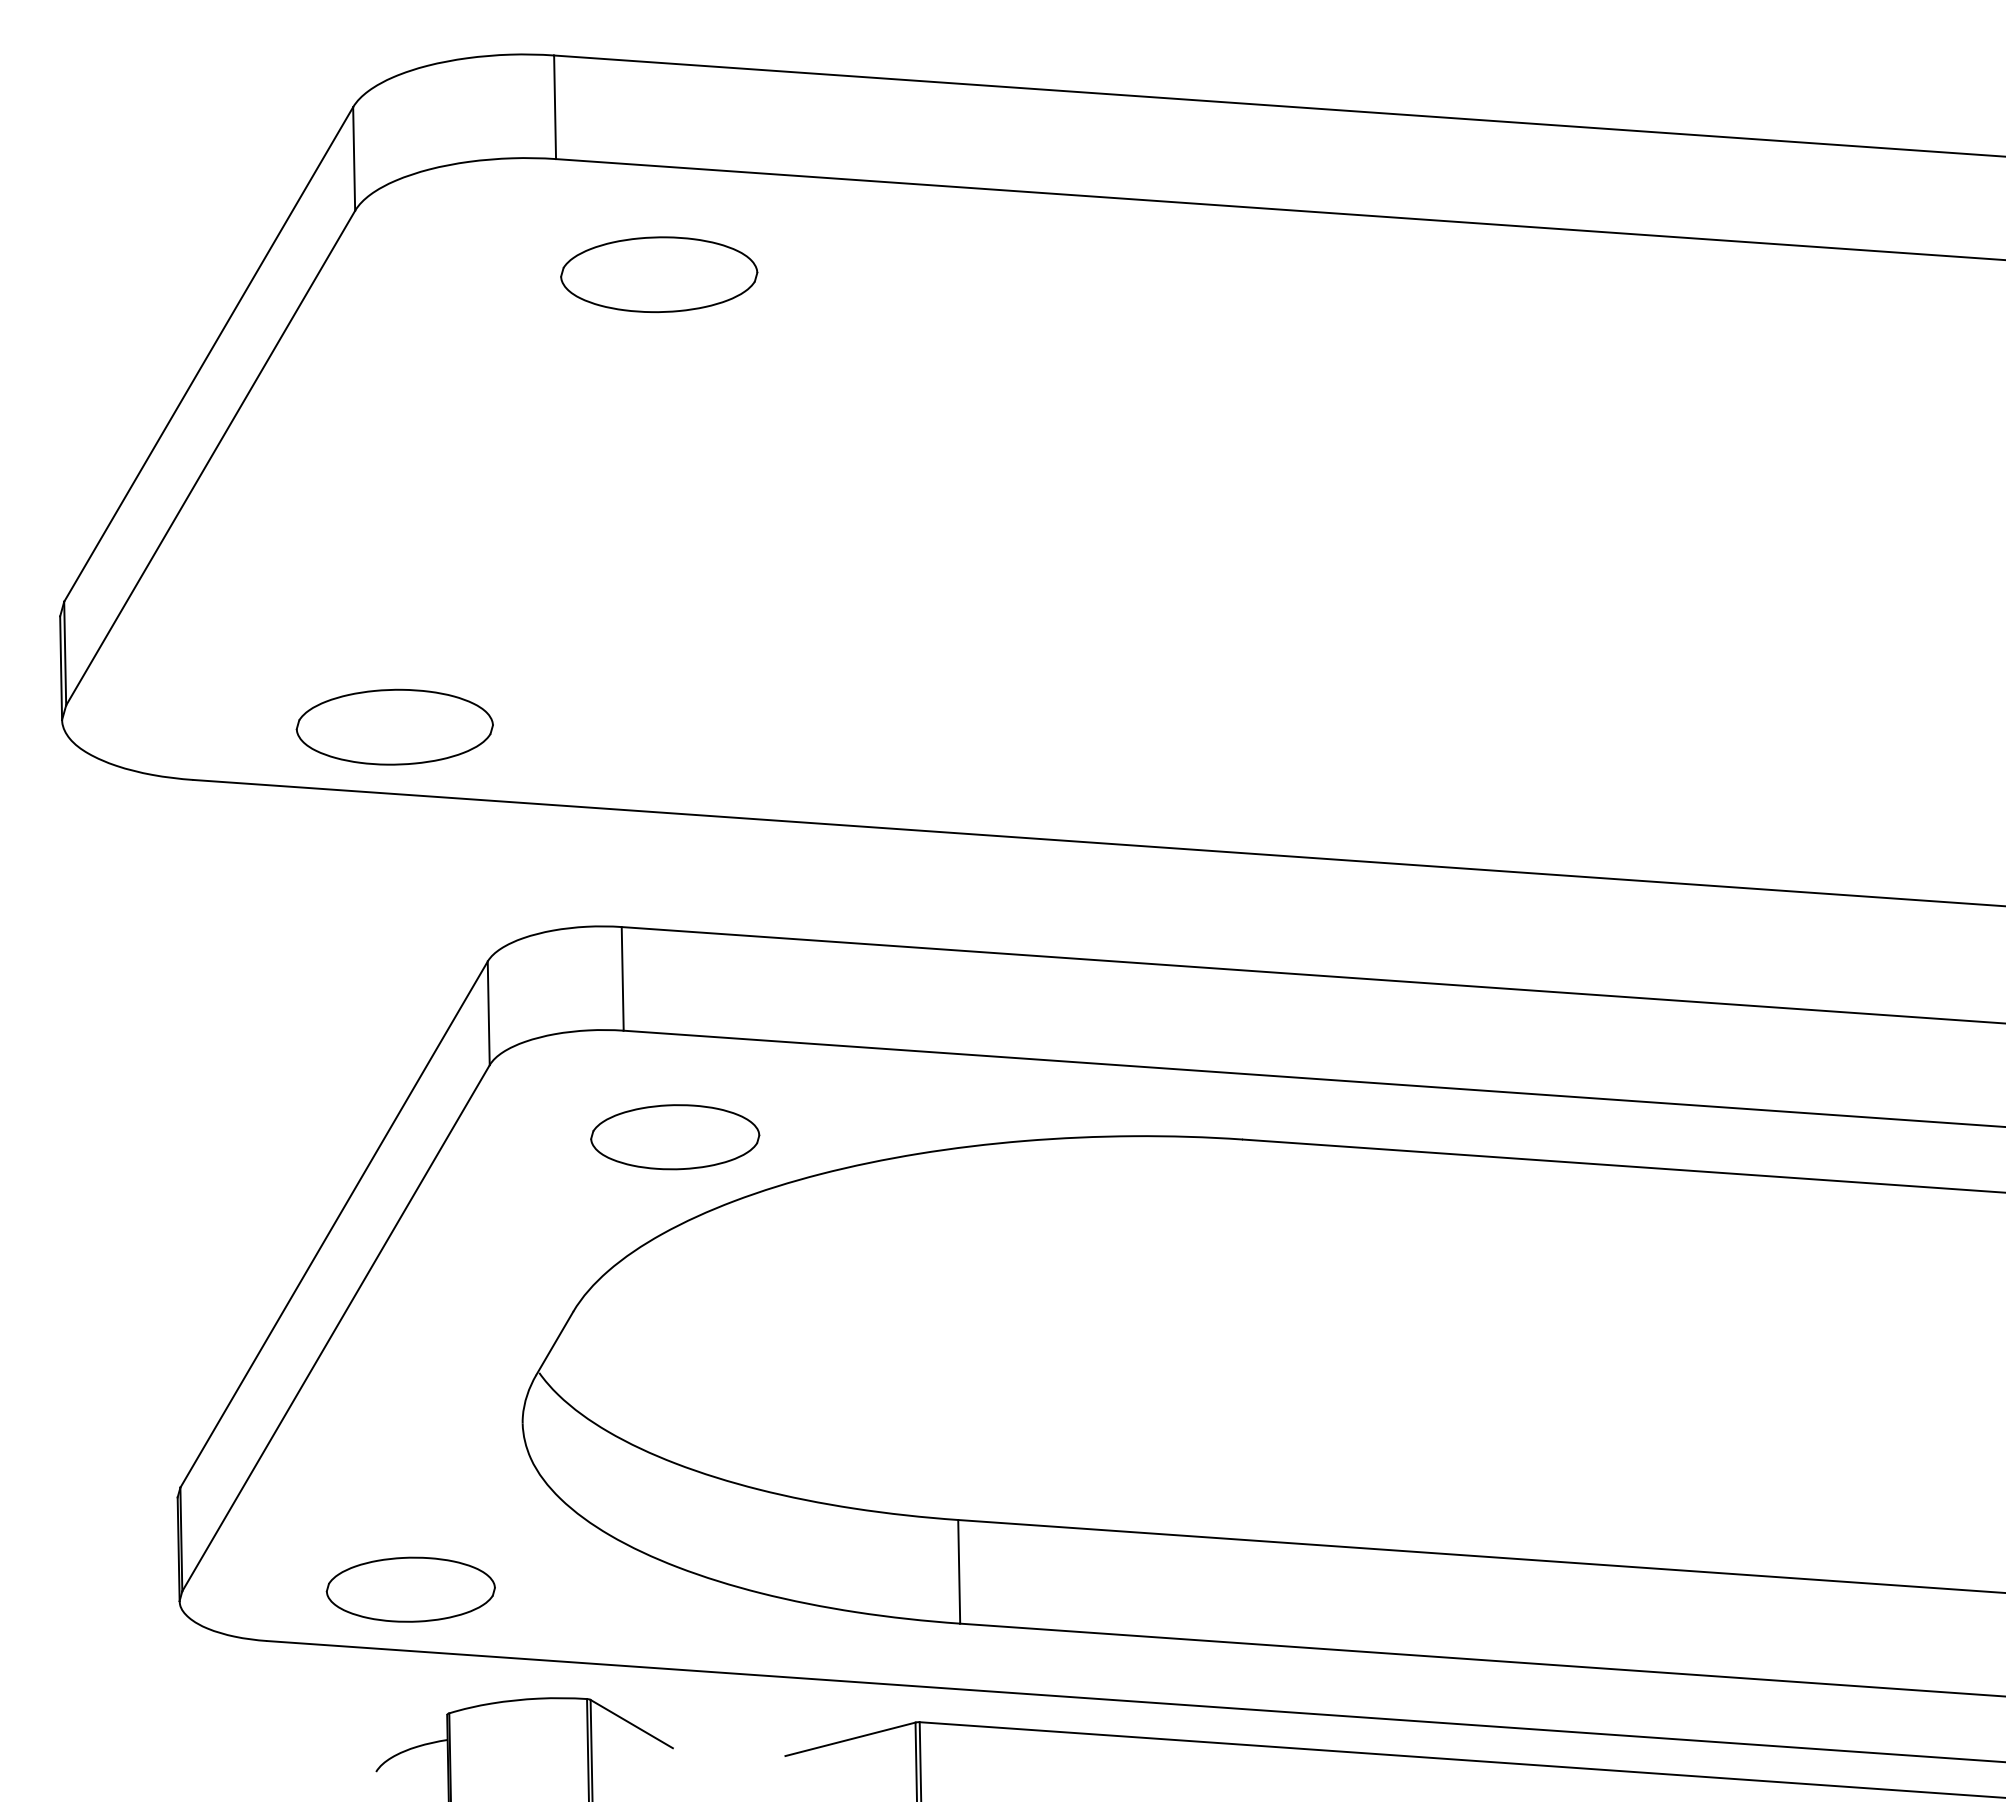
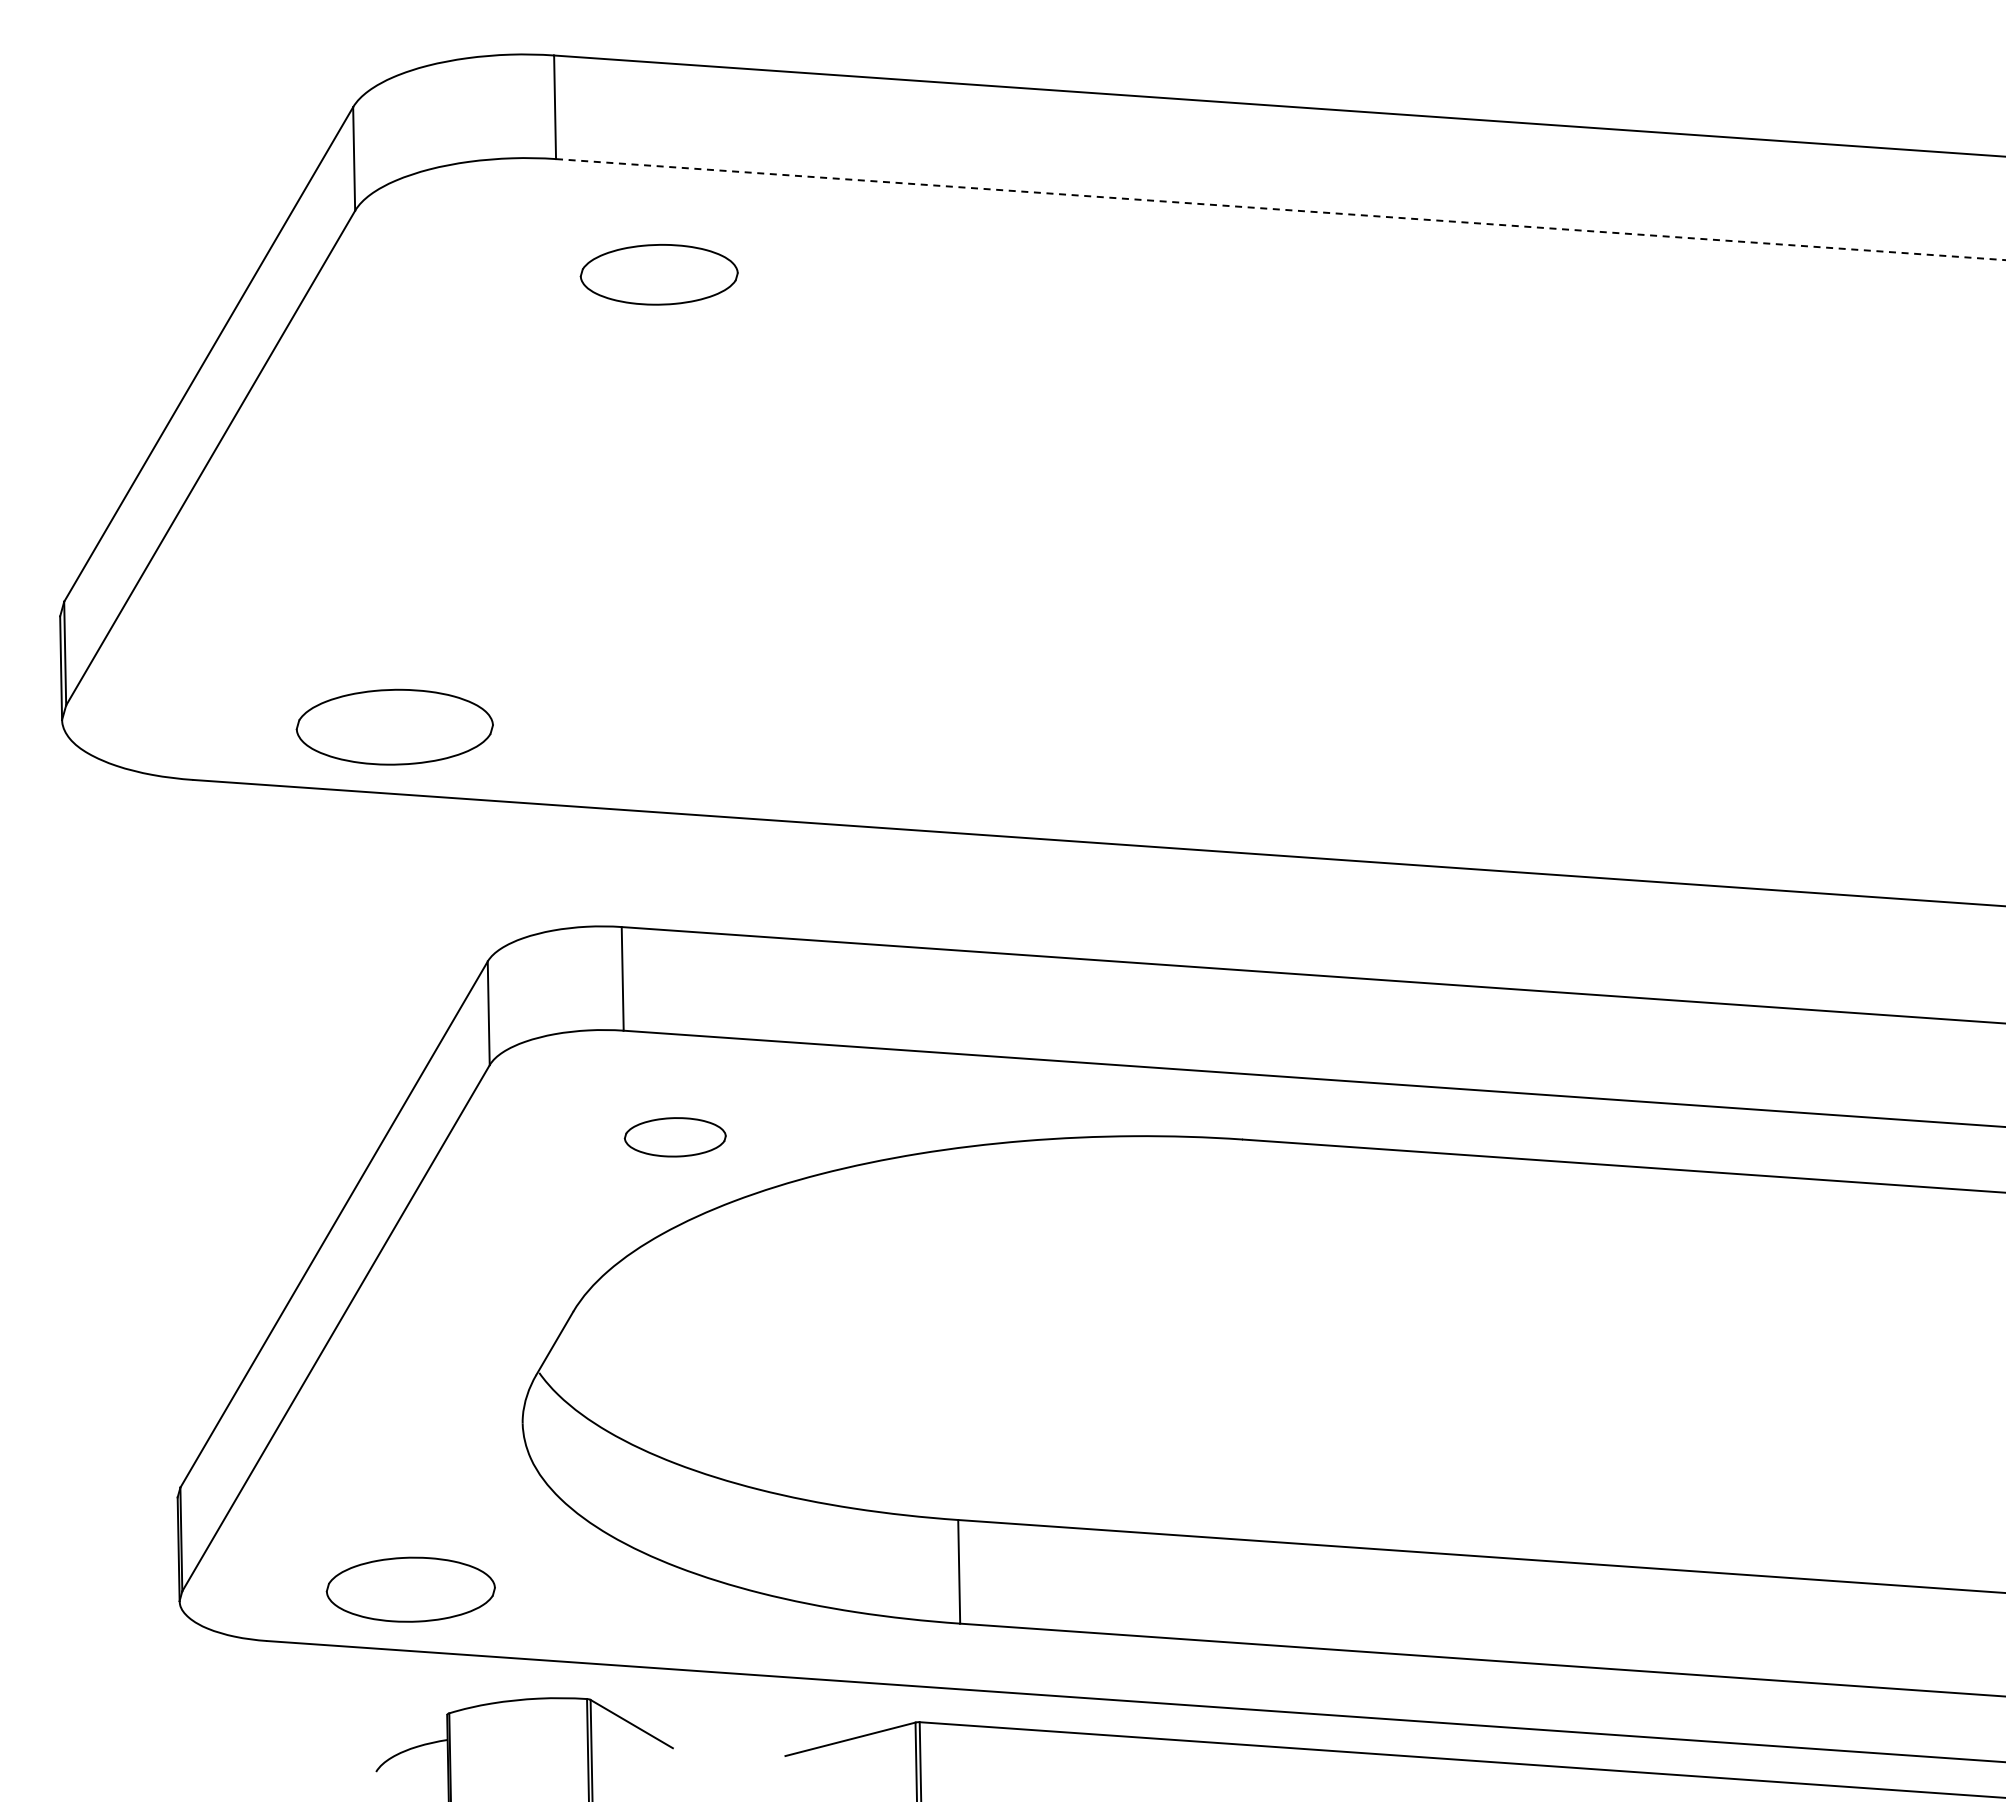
line at (1281, 209): solid -> dashed
part at (659, 274) size: 199x78 px -> 160x62 px
part at (675, 1137) size: 171x67 px -> 104x41 px
